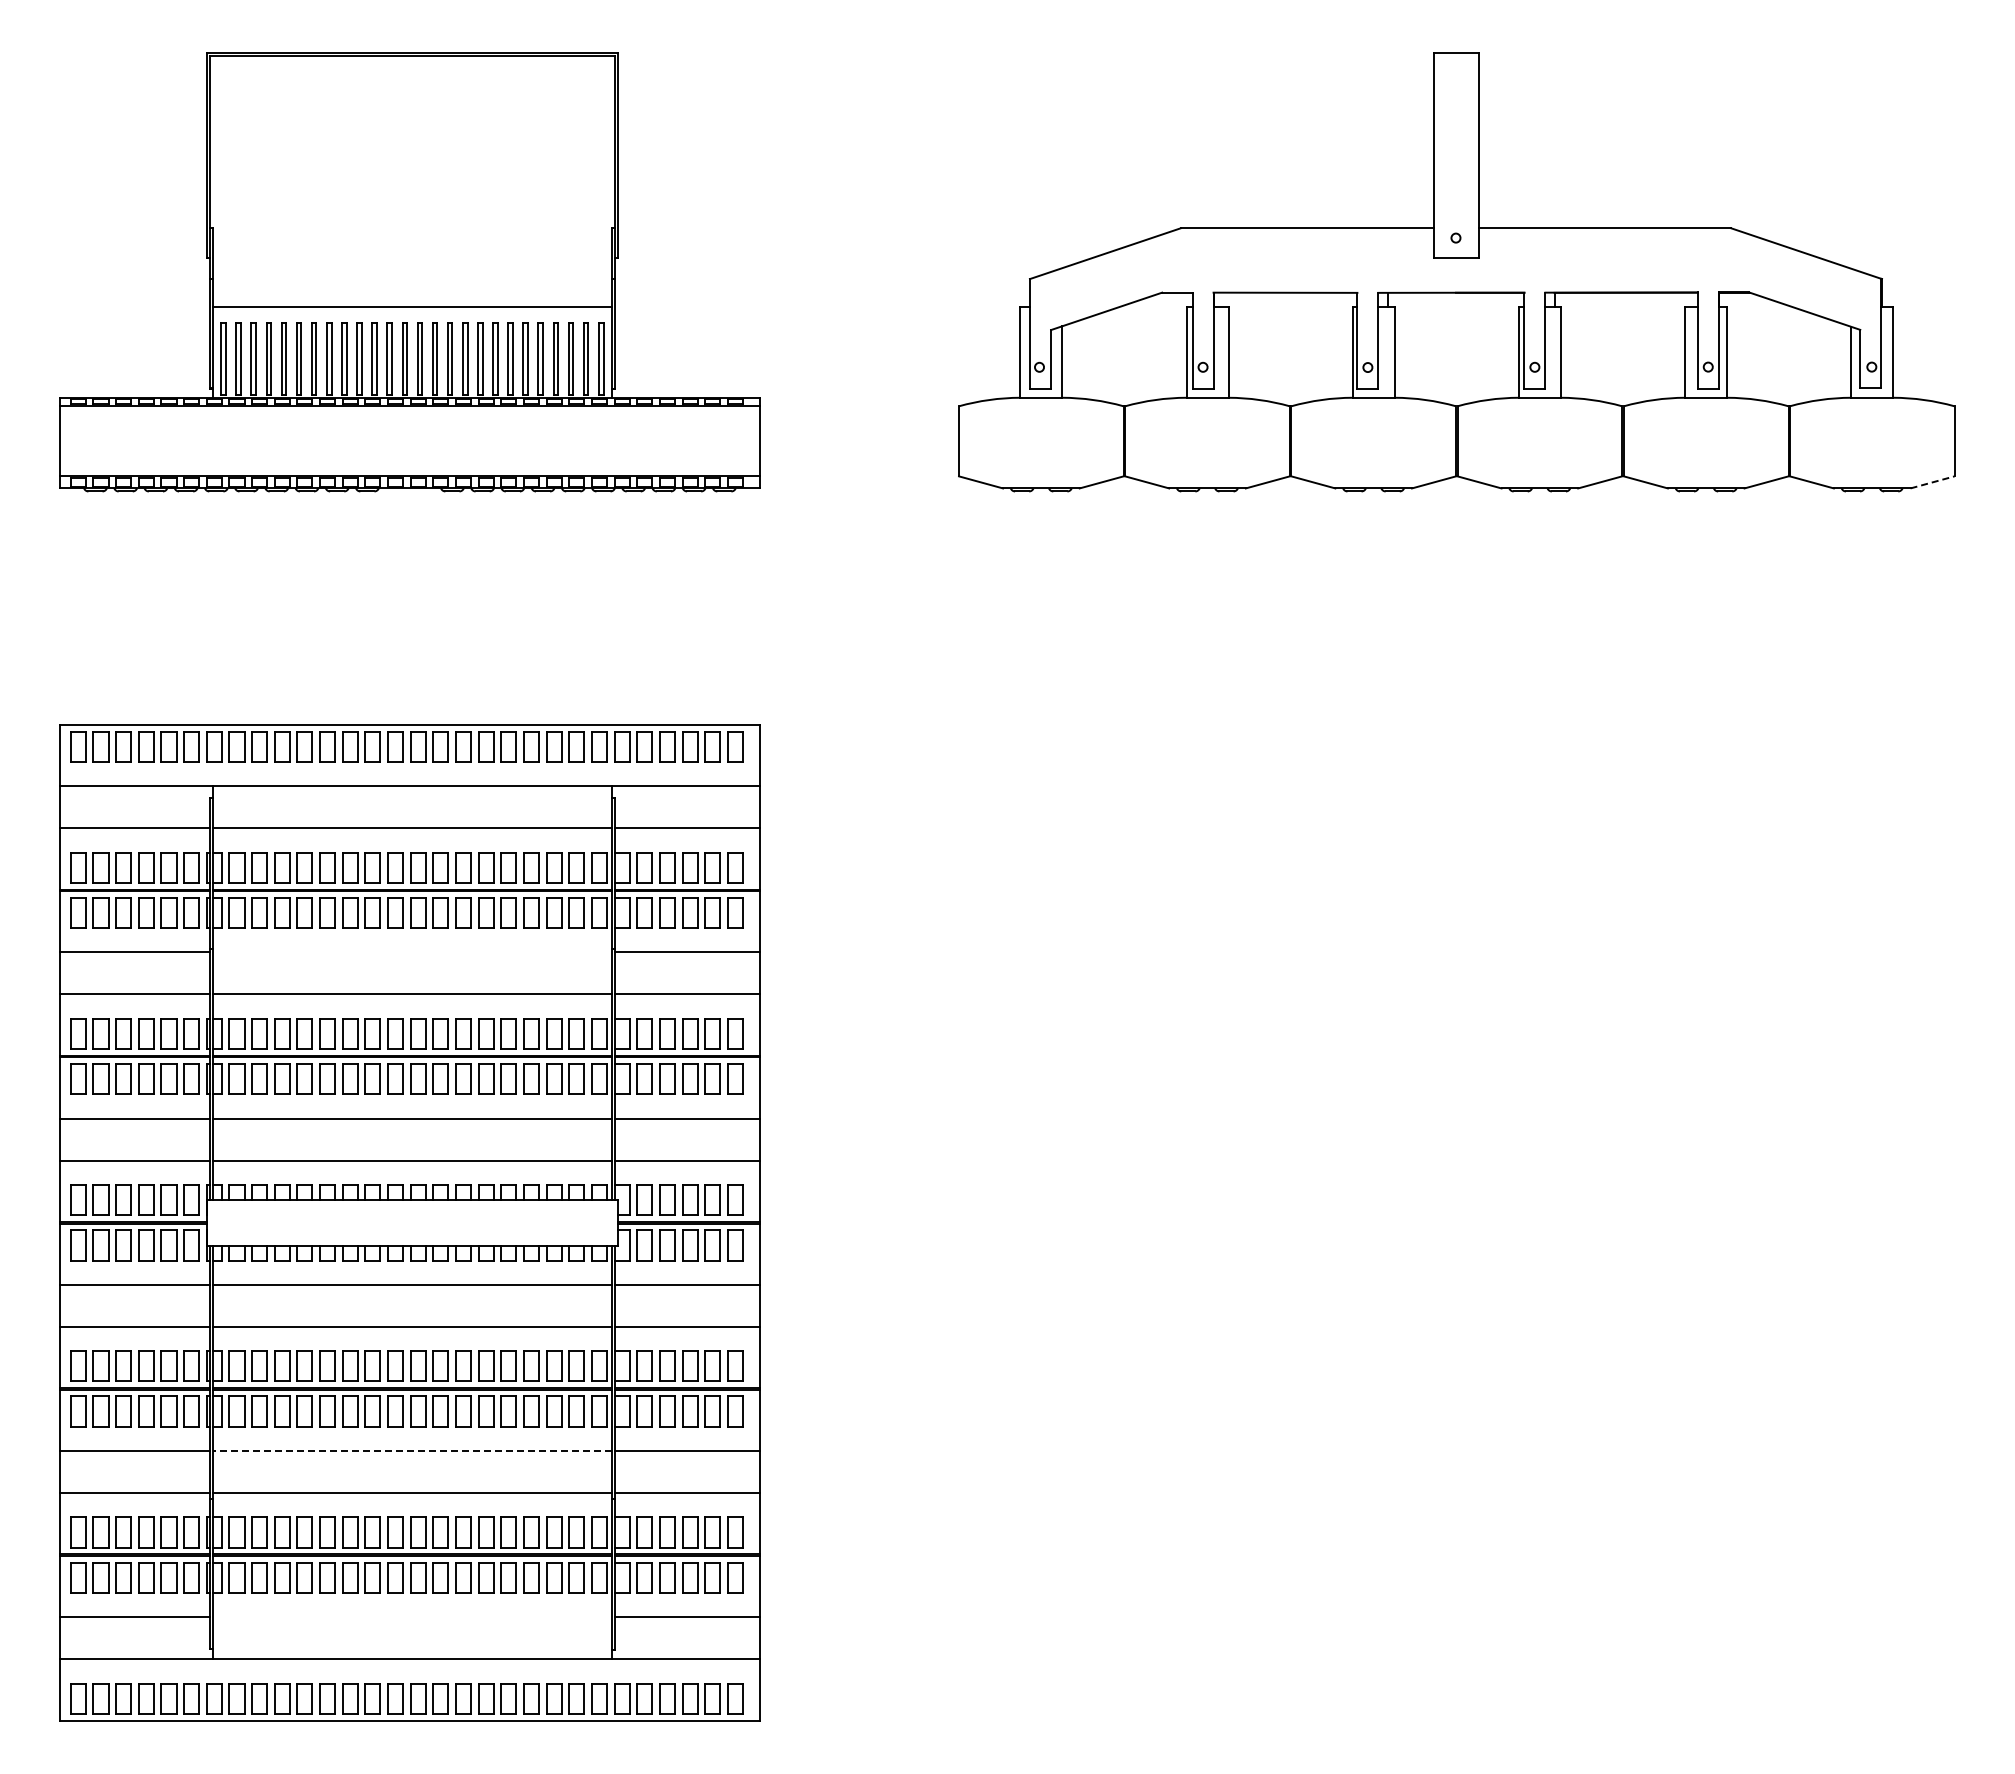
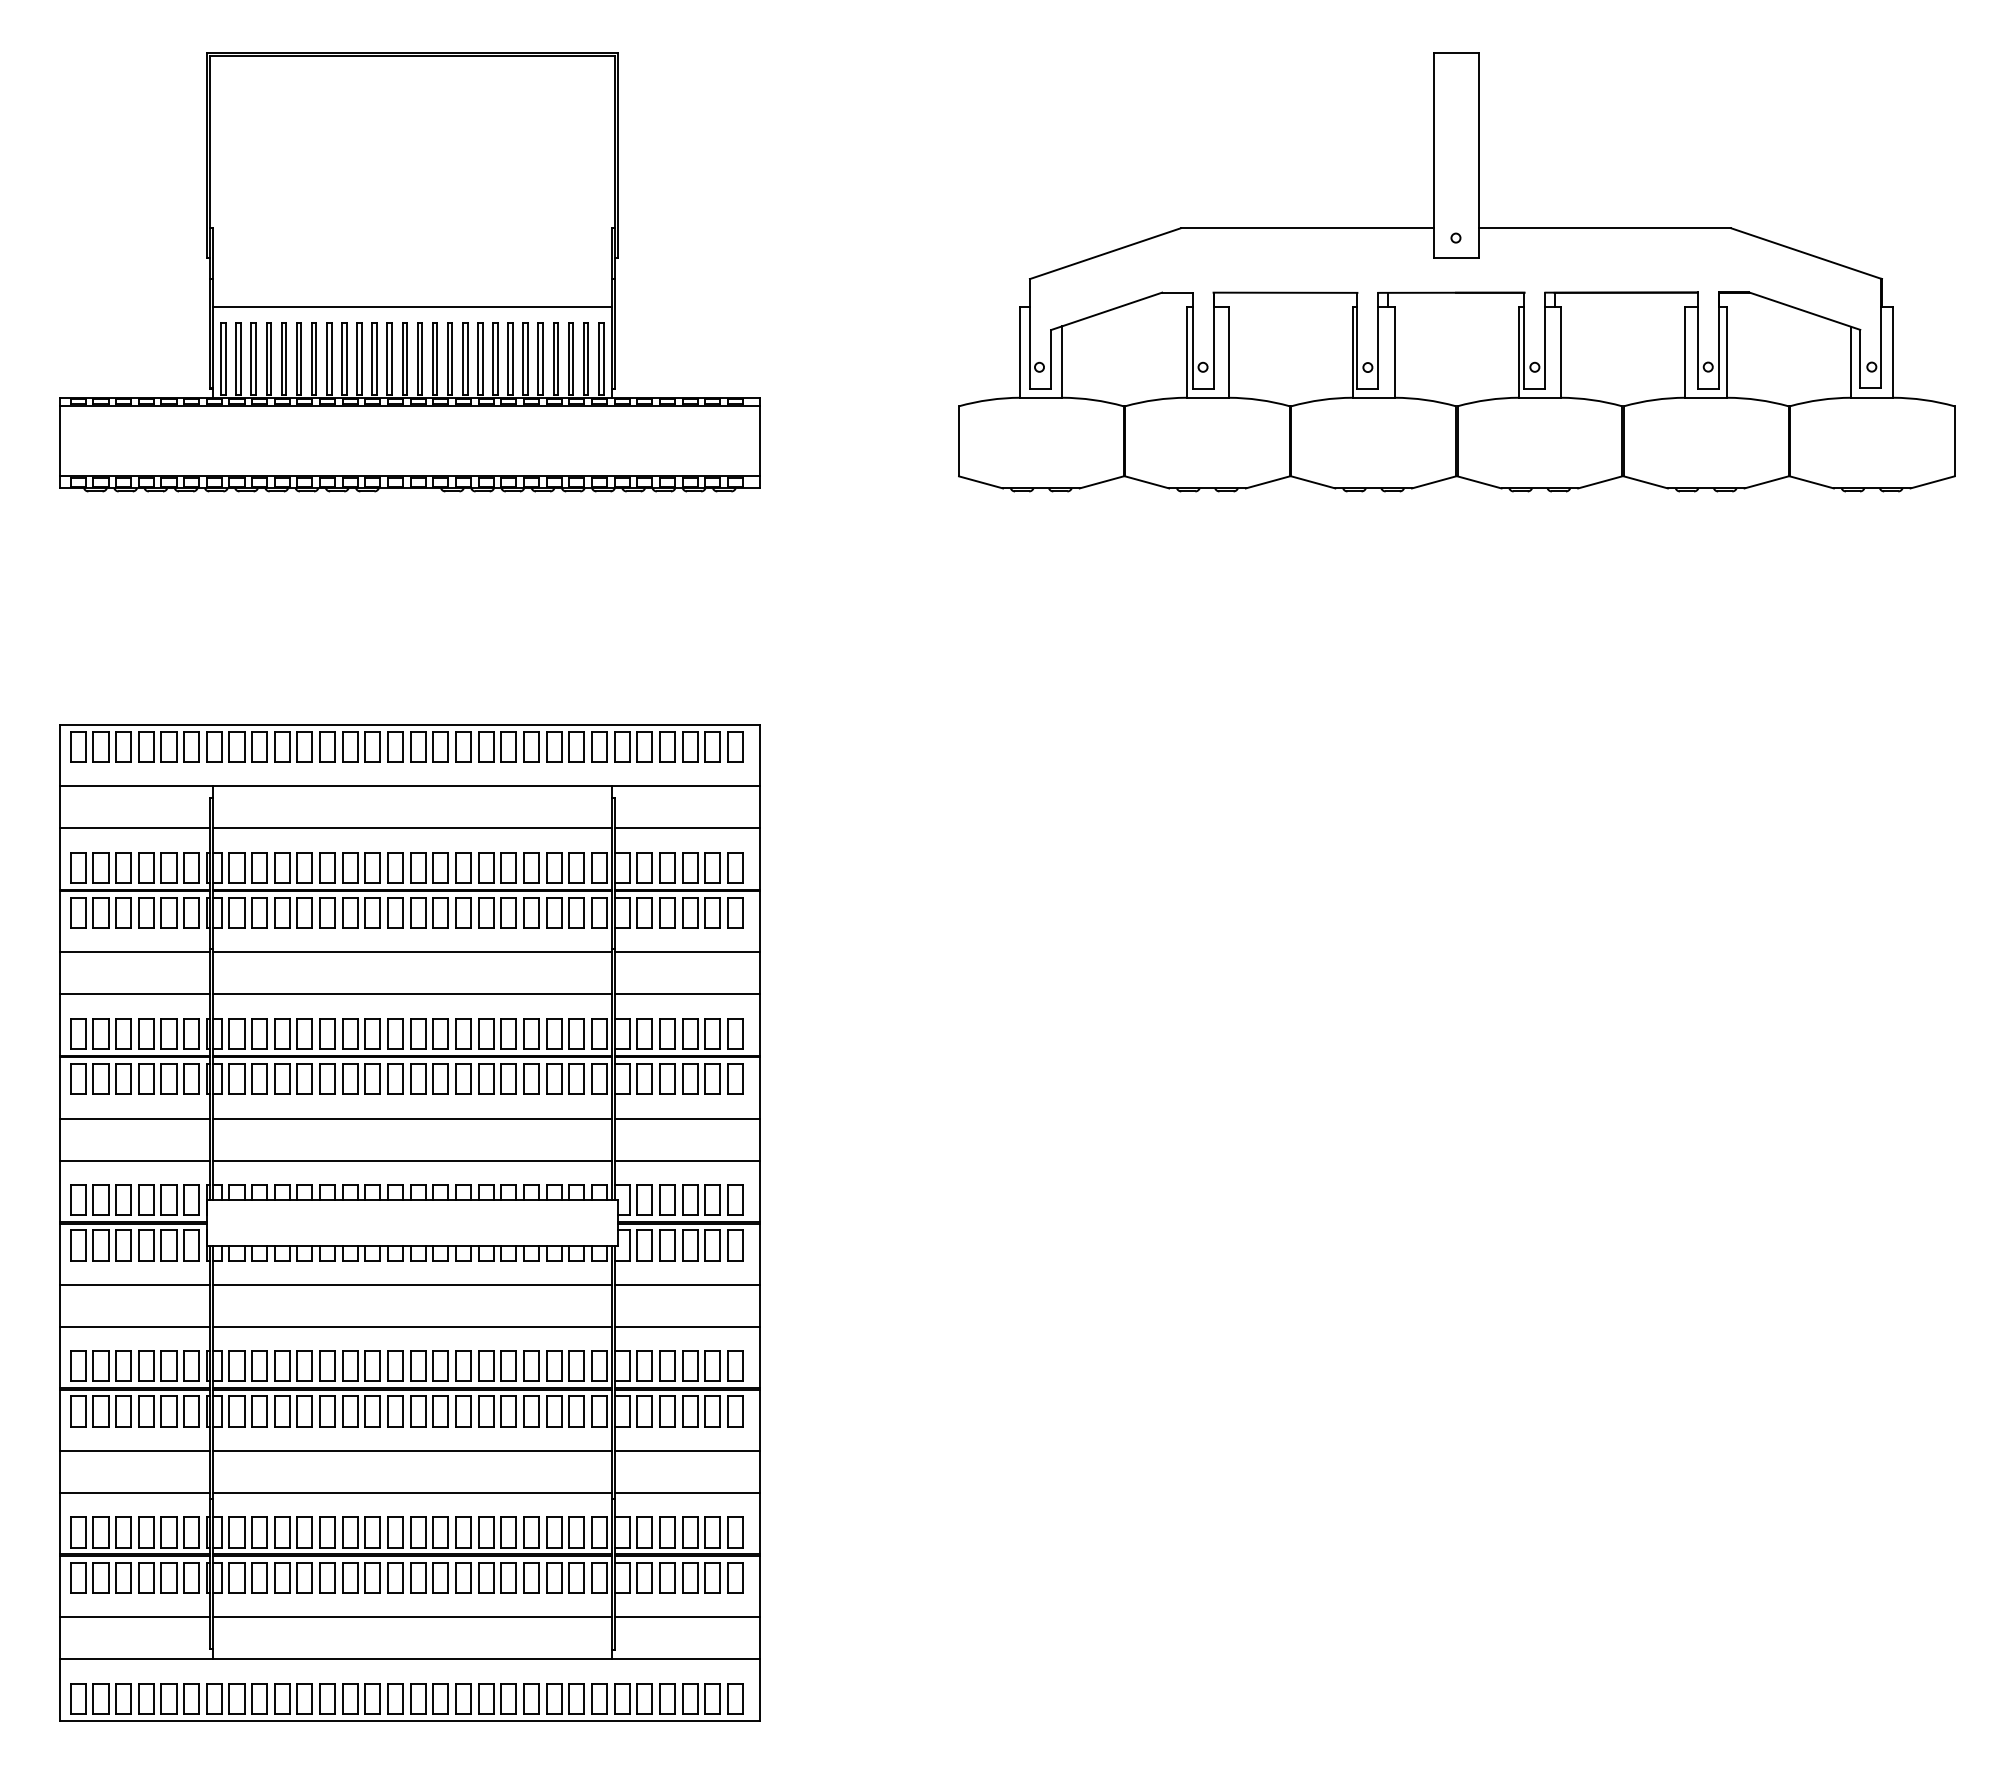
line at (1932, 482): dashed -> solid
line at (412, 952): none -> present
line at (412, 1451): dashed -> solid
line at (412, 1617): none -> present
